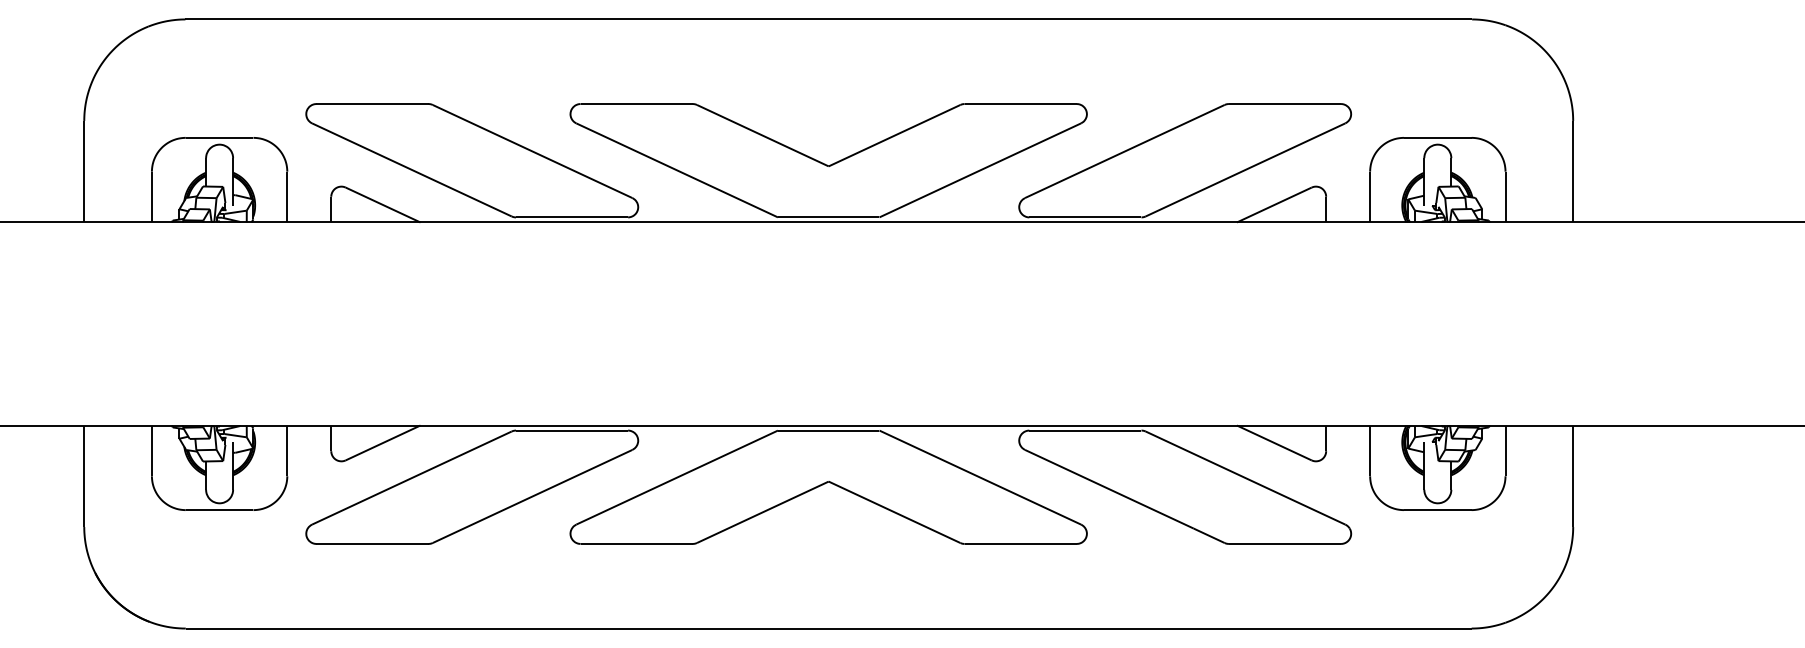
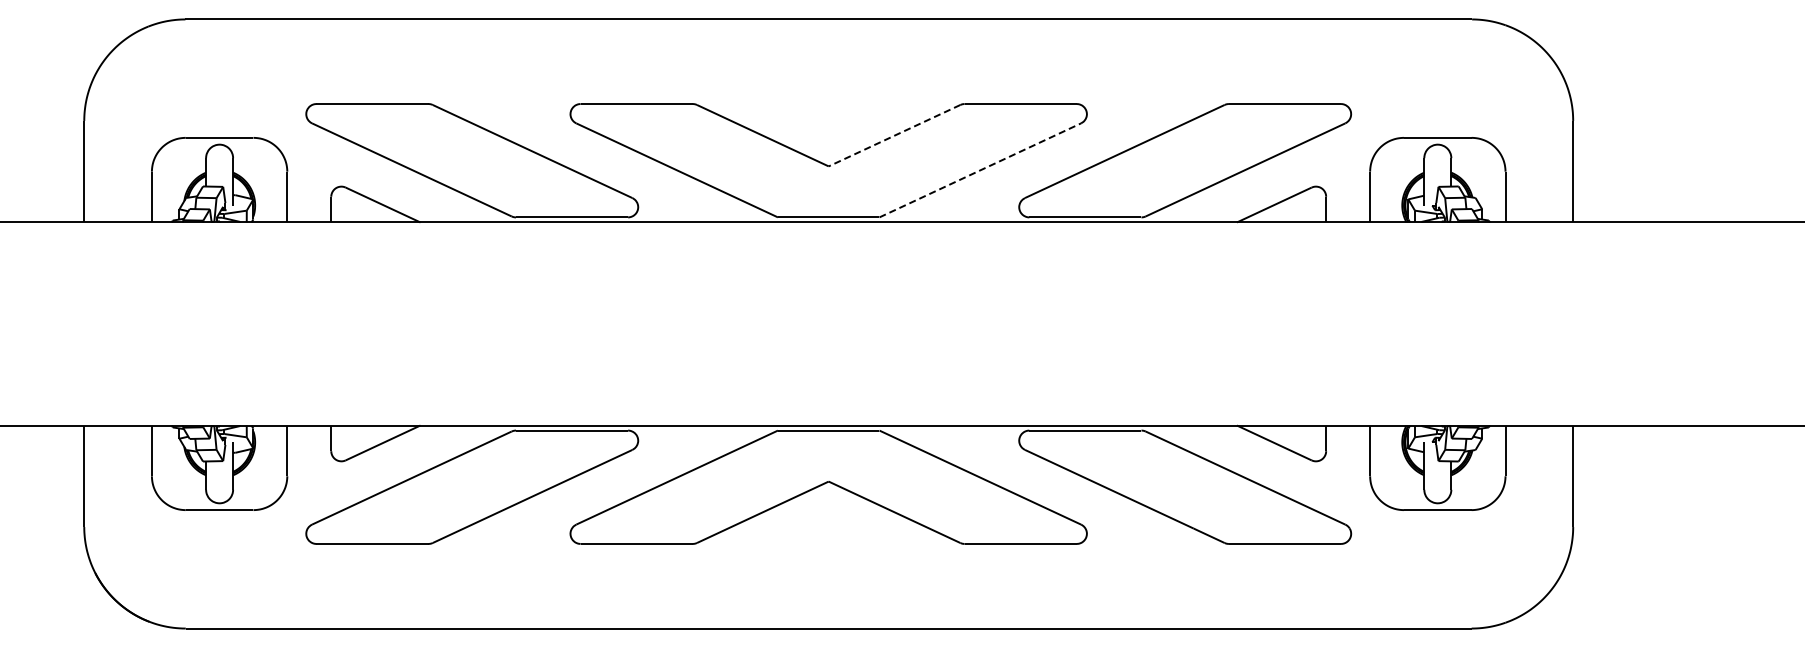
line at (894, 135): solid -> dashed
line at (980, 170): solid -> dashed
